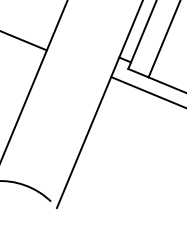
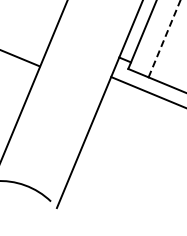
line at (164, 38): solid -> dashed
line at (24, 40) position: (24, 40) -> (20, 58)
